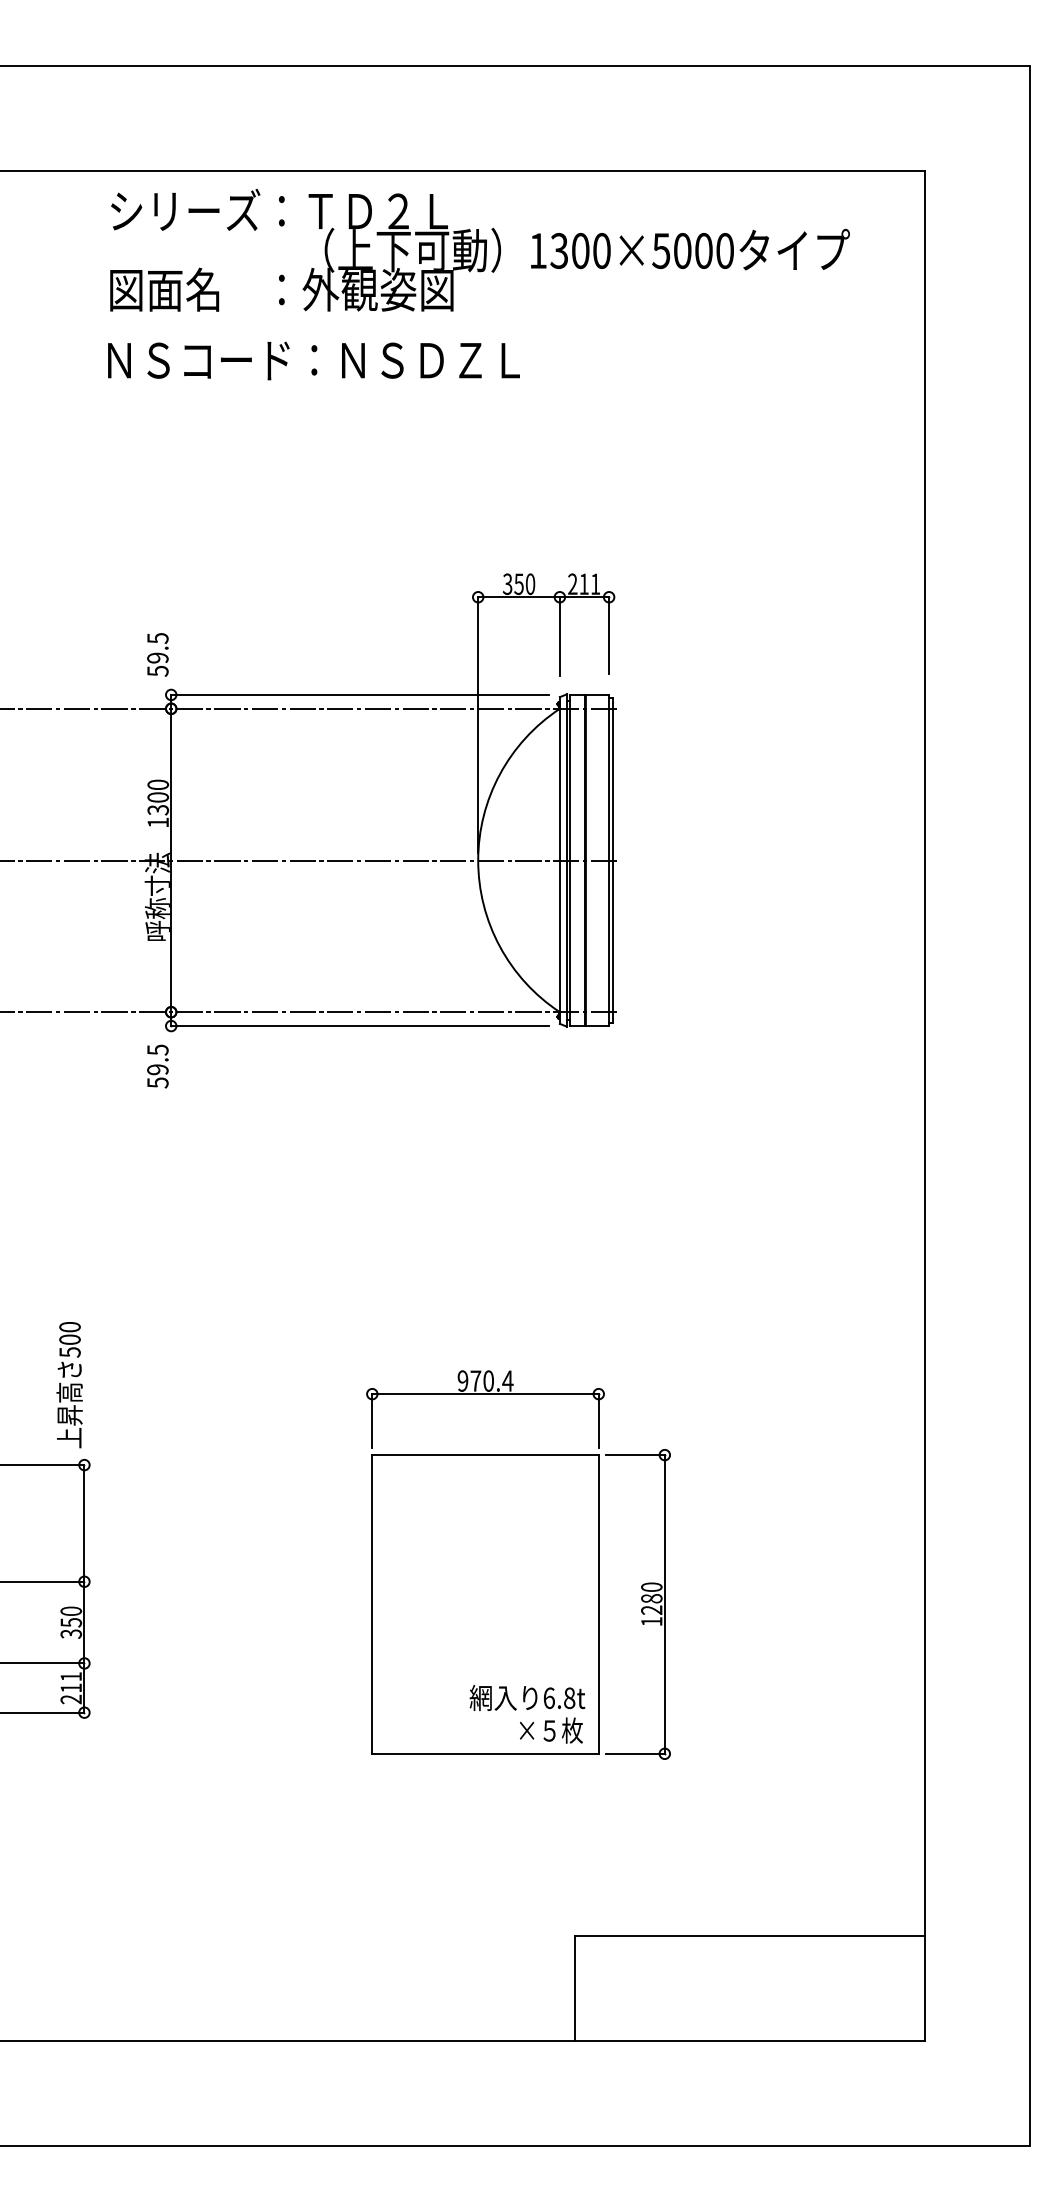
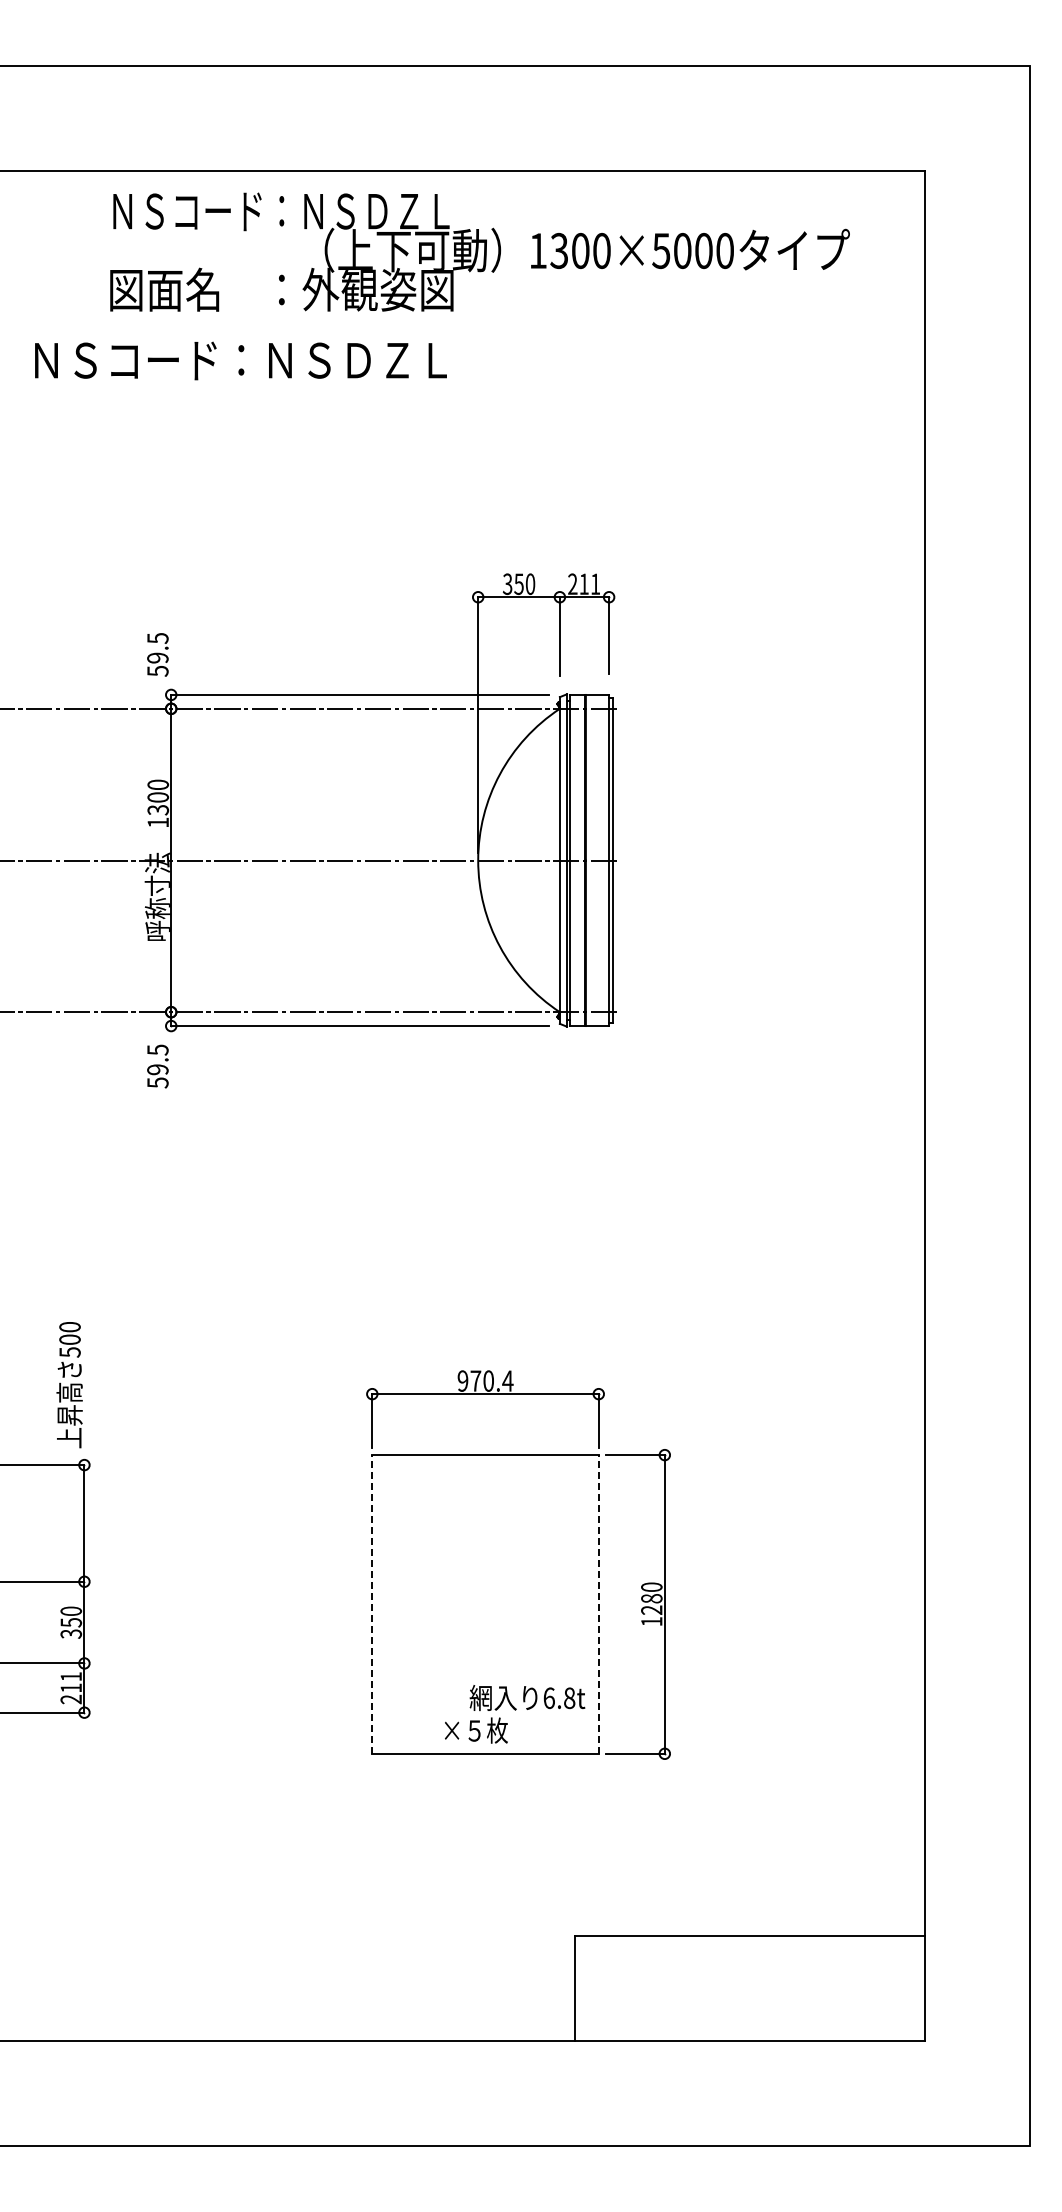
text at (280, 209): シリーズ：ＴＤ２Ｌ -> ＮＳコード：ＮＳＤＺＬ
text at (313, 360) position: (313, 360) -> (240, 360)
line at (372, 1603): solid -> dashed
line at (598, 1603): solid -> dashed
text at (551, 1730) position: (551, 1730) -> (476, 1730)
